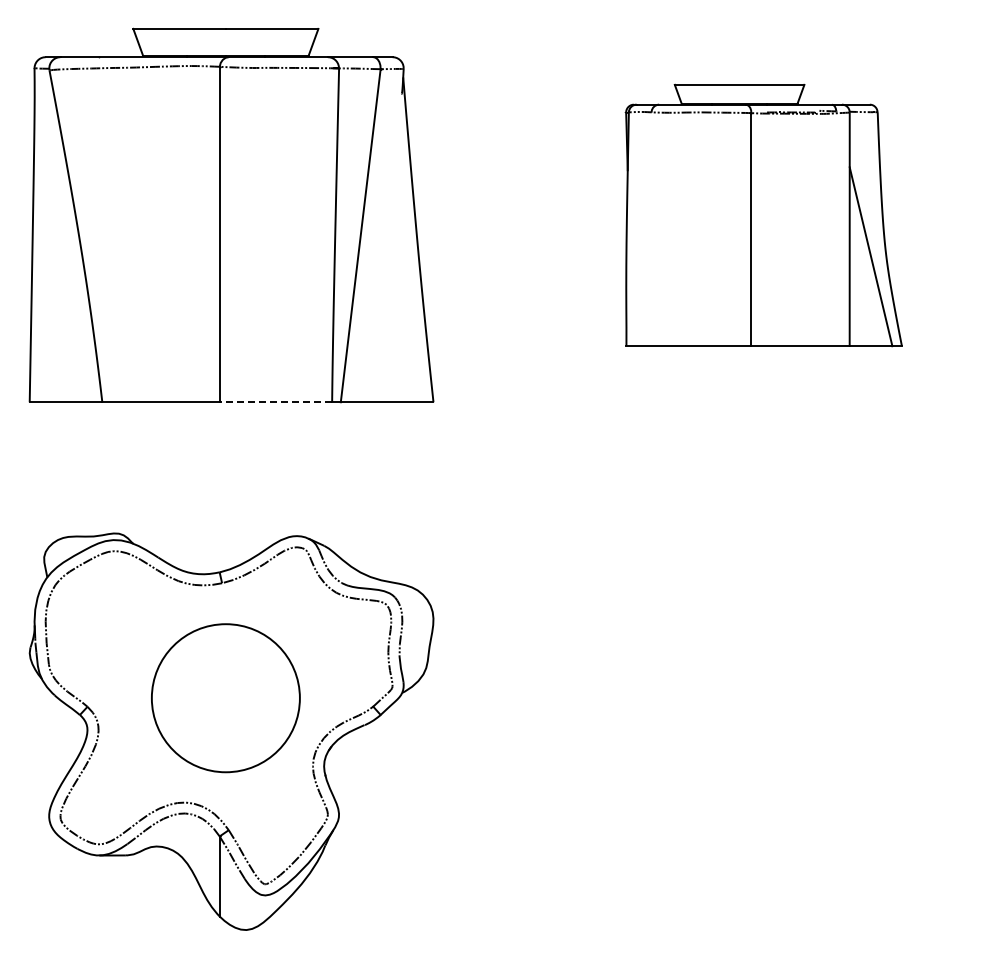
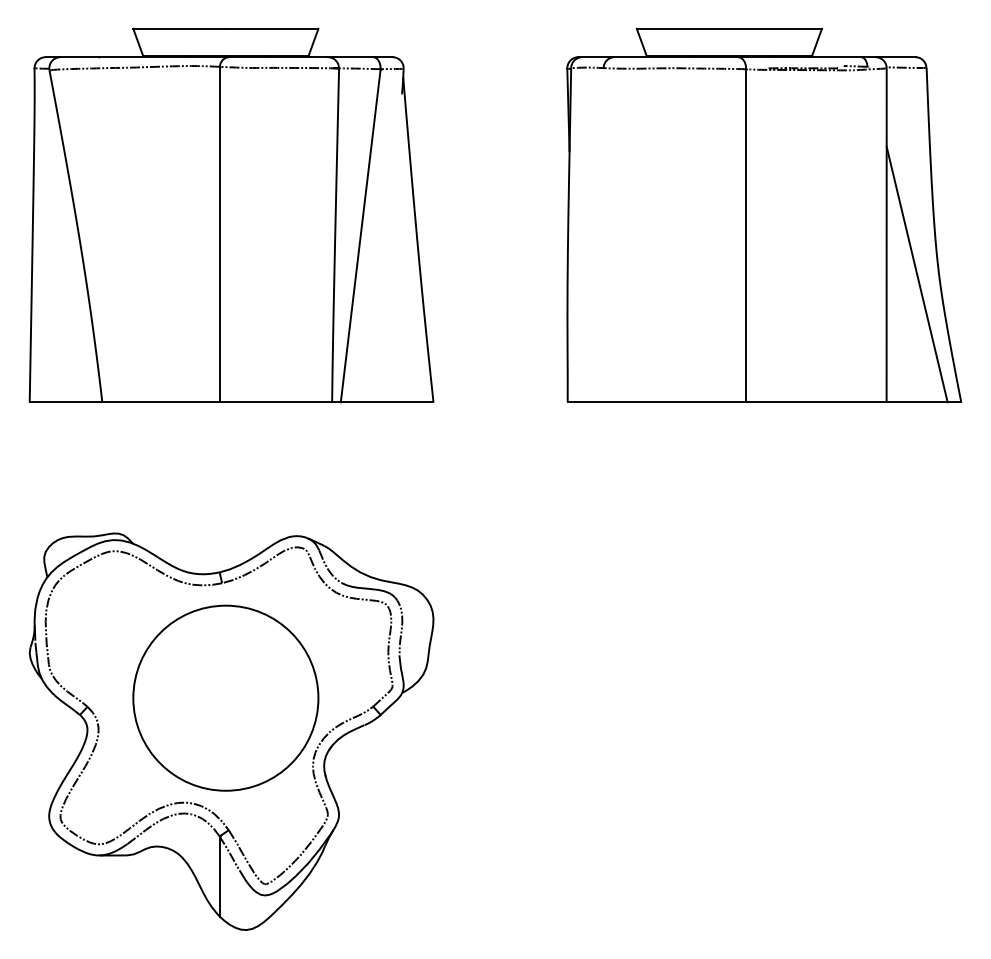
part at (763, 215) size: 279x265 px -> 397x377 px
line at (275, 402): dashed -> solid
circle at (225, 698) diameter: 148 px -> 185 px
